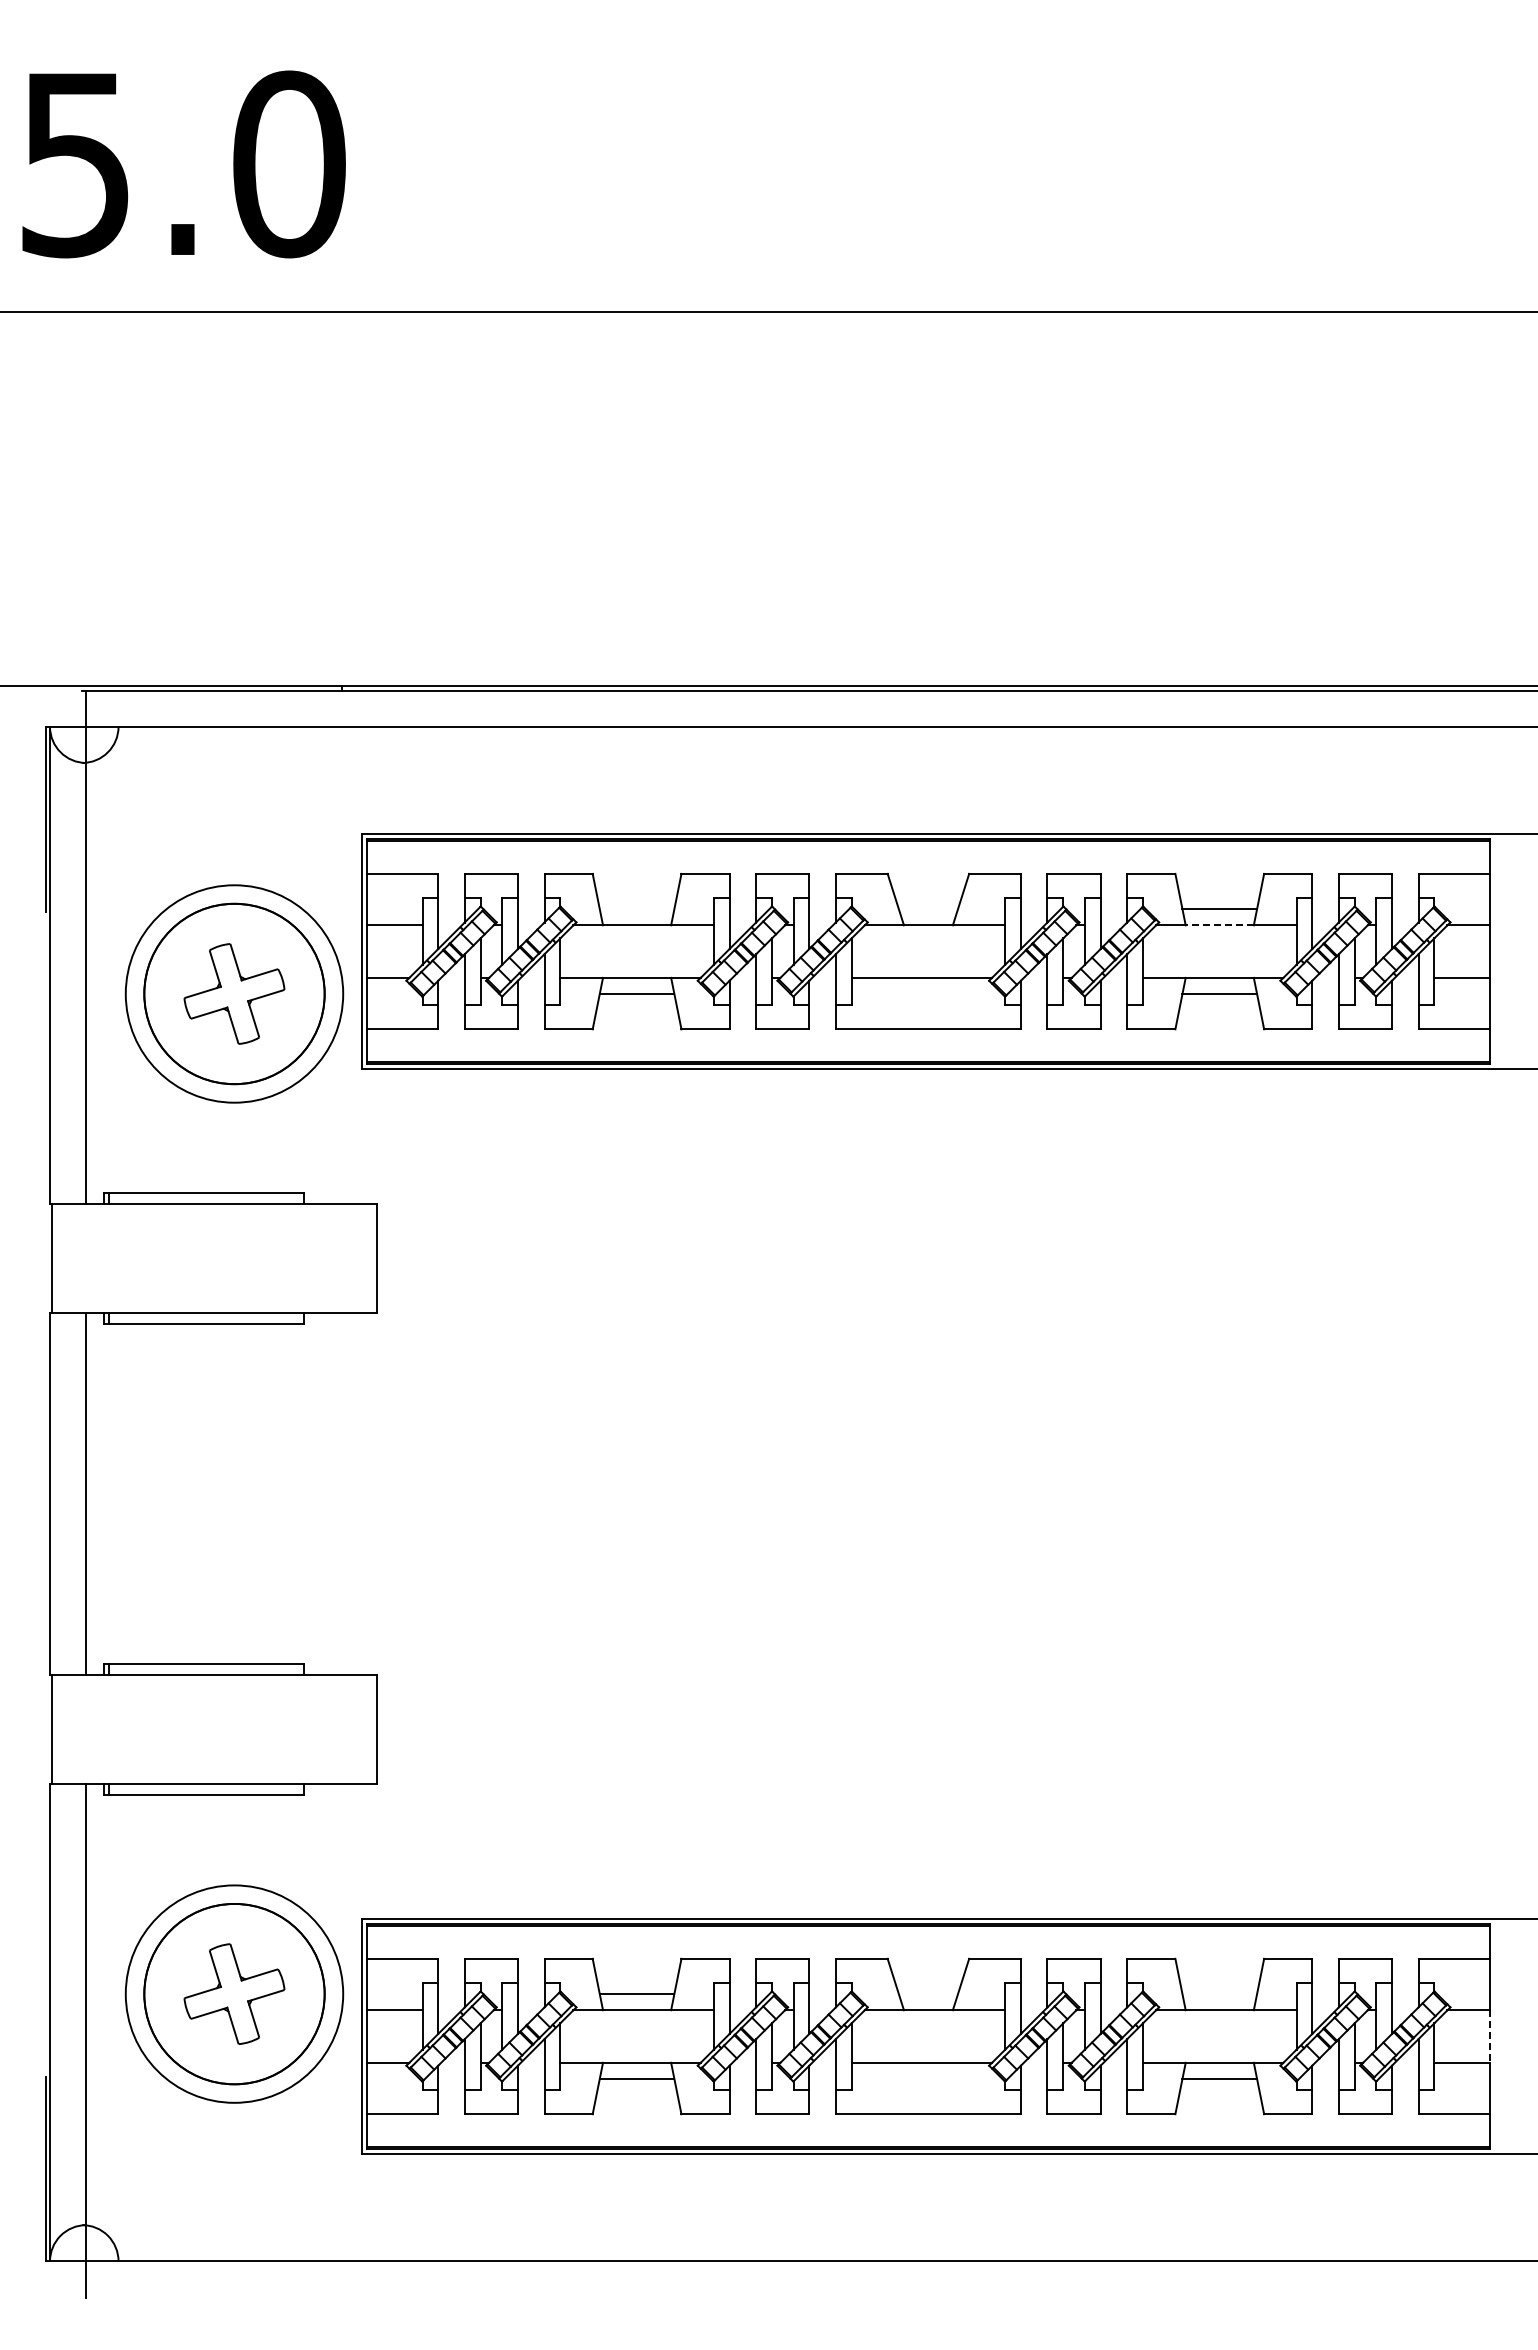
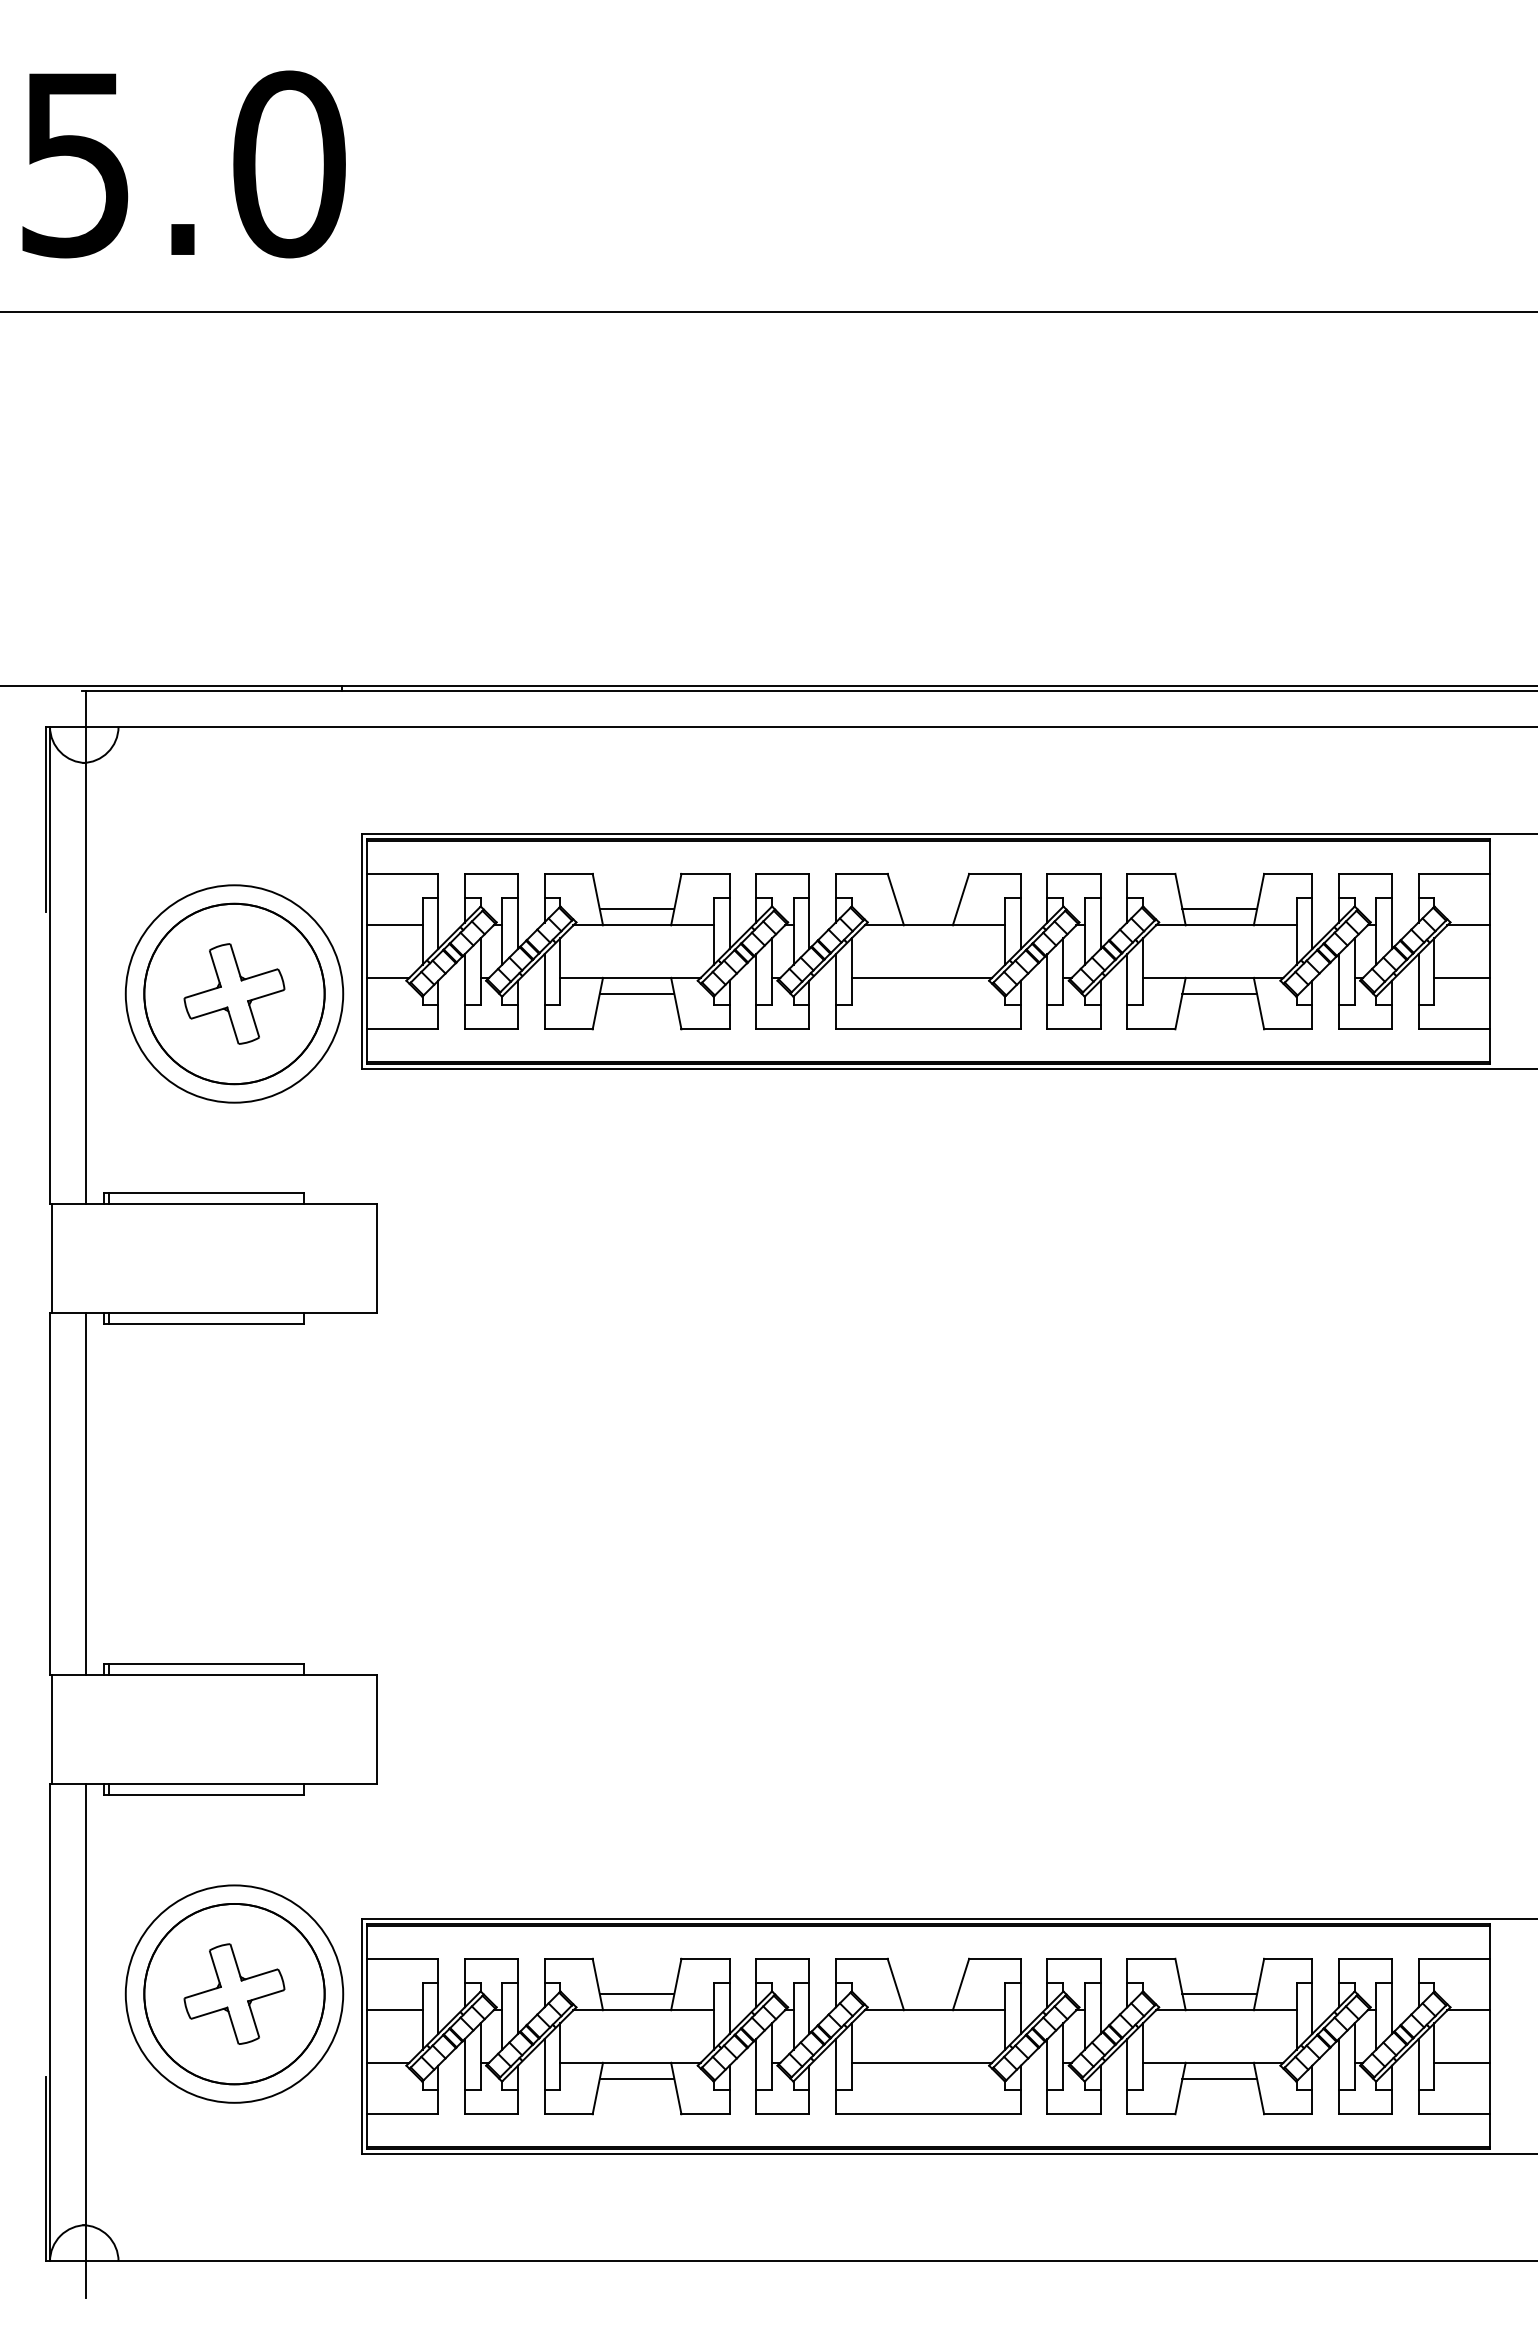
line at (636, 909): none -> present
line at (1219, 925): dashed -> solid
line at (1219, 1993): none -> present
line at (1490, 2037): dashed -> solid
